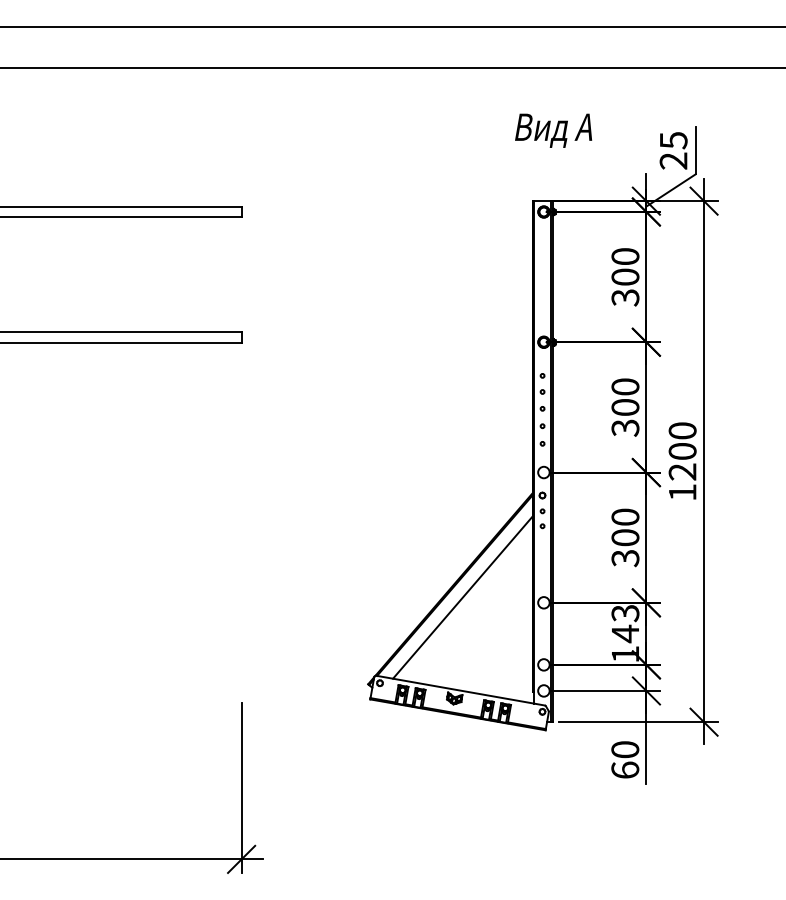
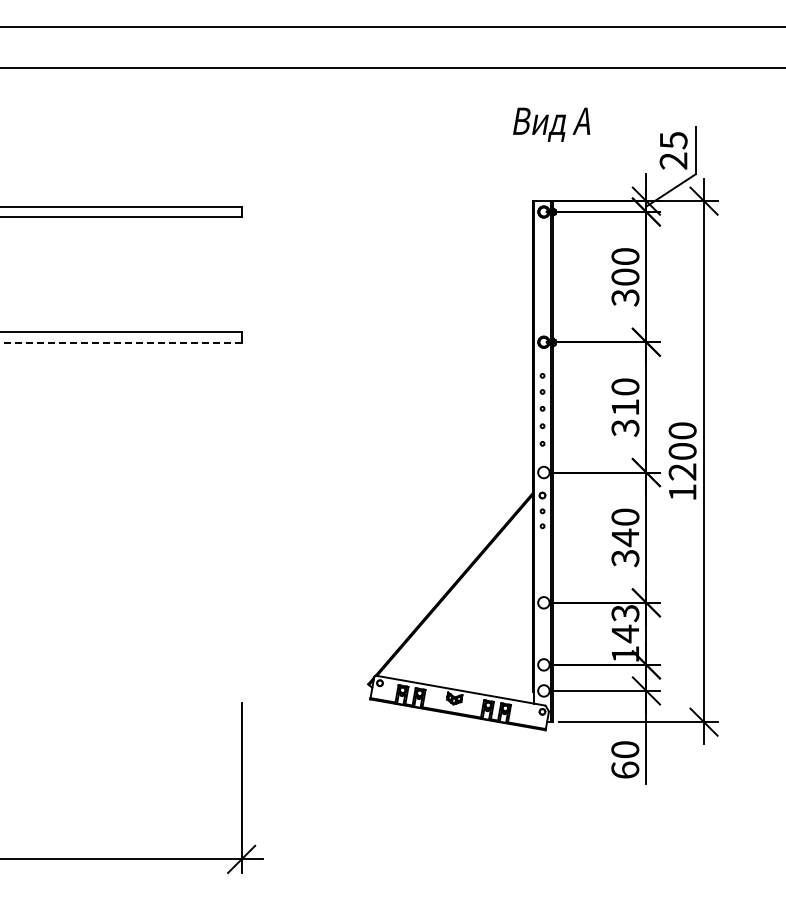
text at (553, 130) position: (553, 130) -> (551, 124)
line at (120, 343): solid -> dashed
text at (625, 407): 300 -> 310
text at (625, 537): 300 -> 340
line at (462, 597): present -> none
